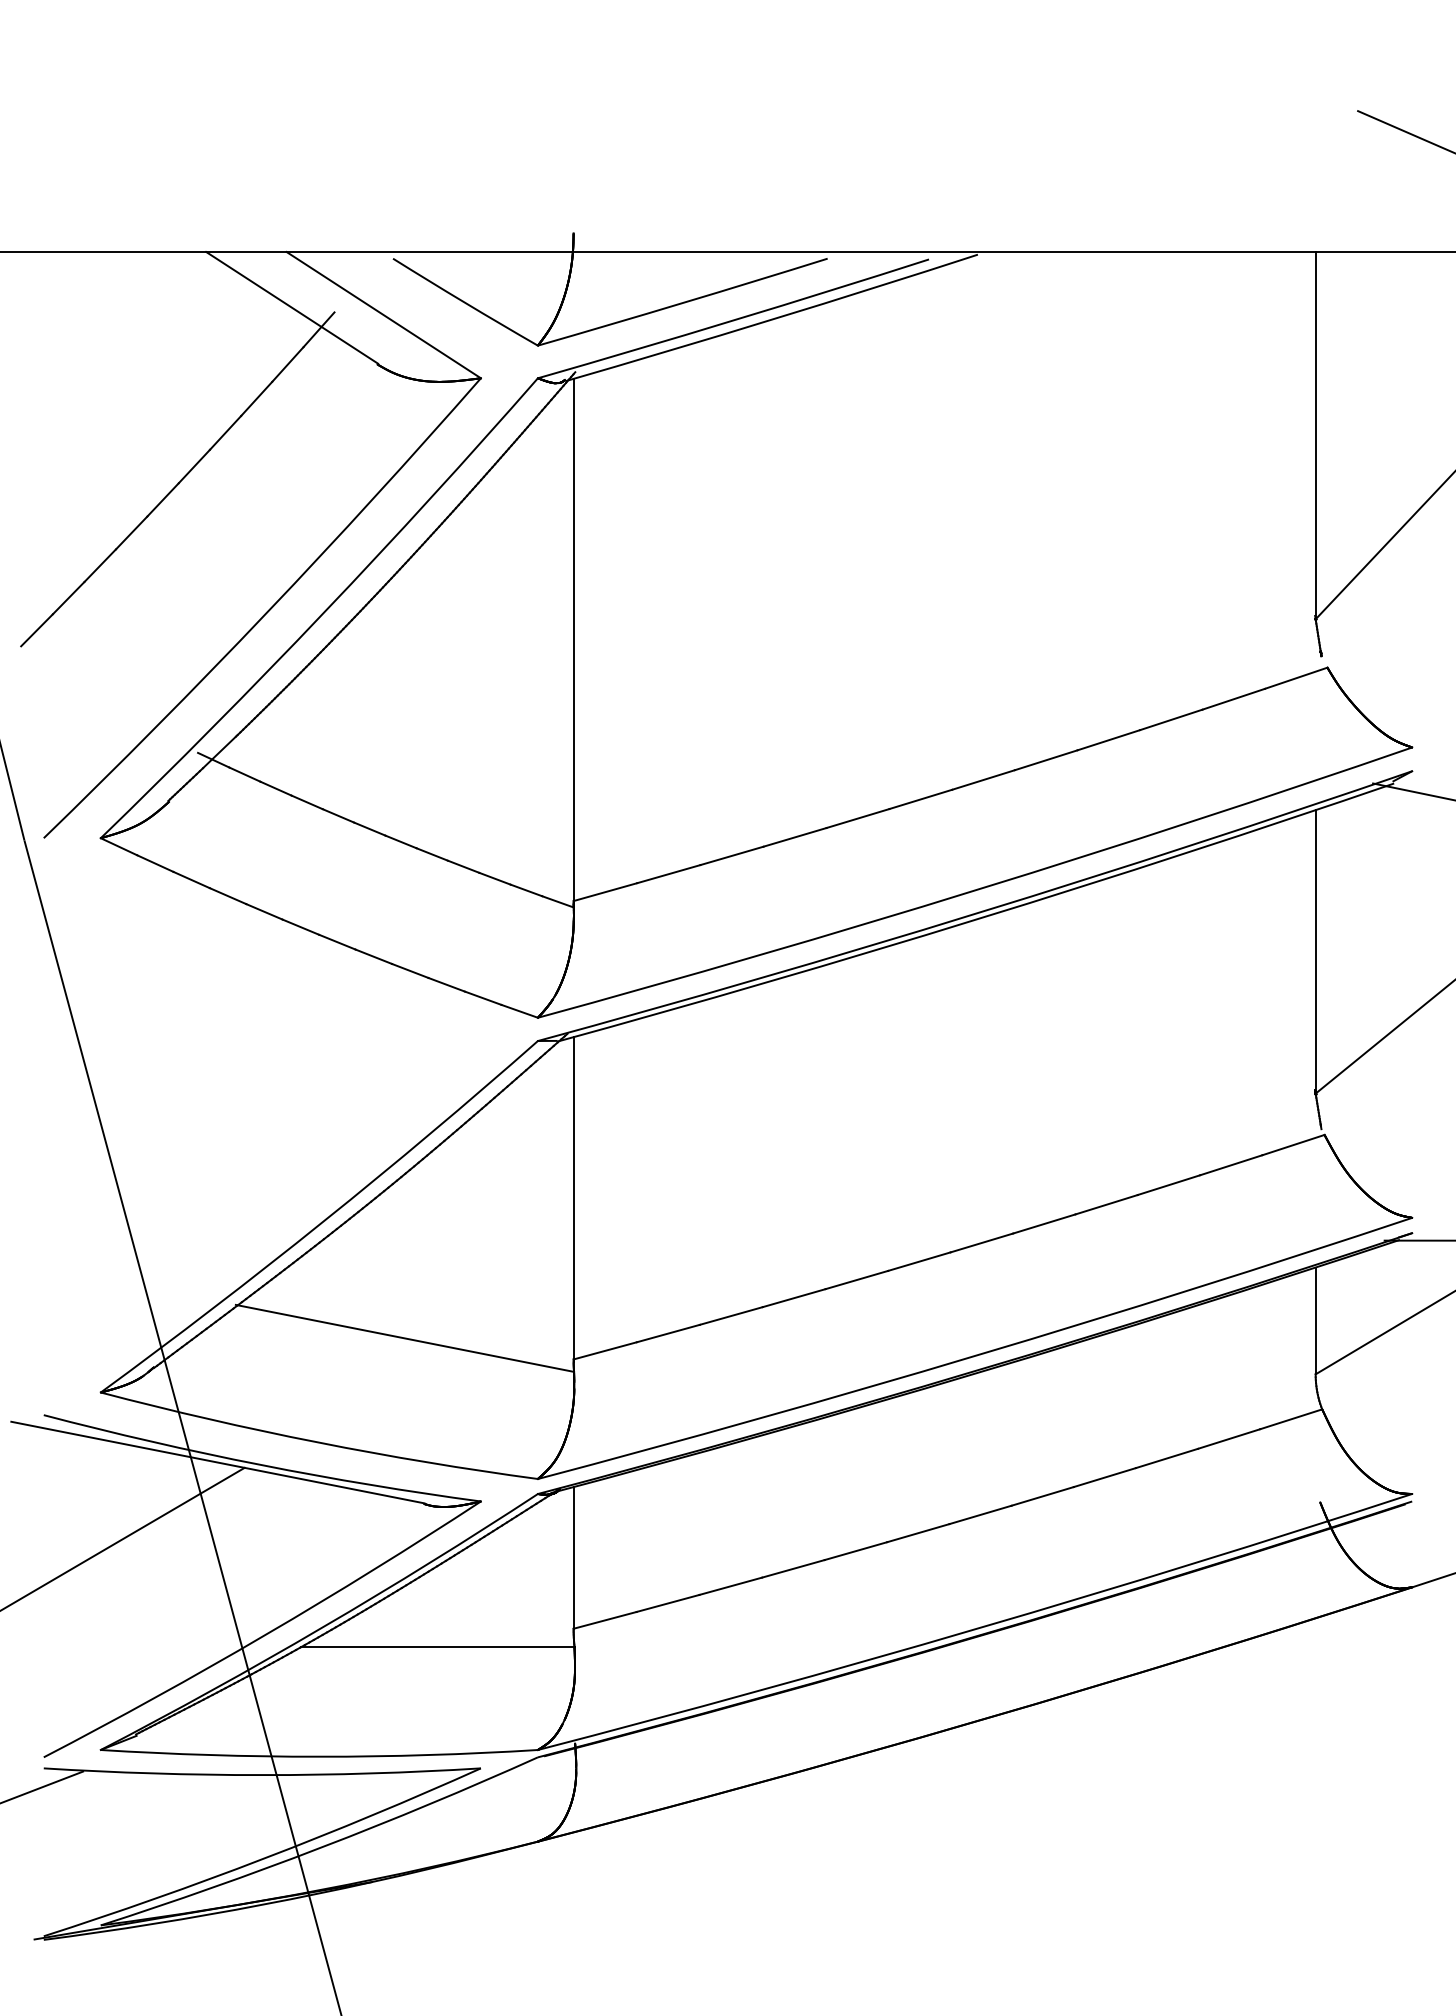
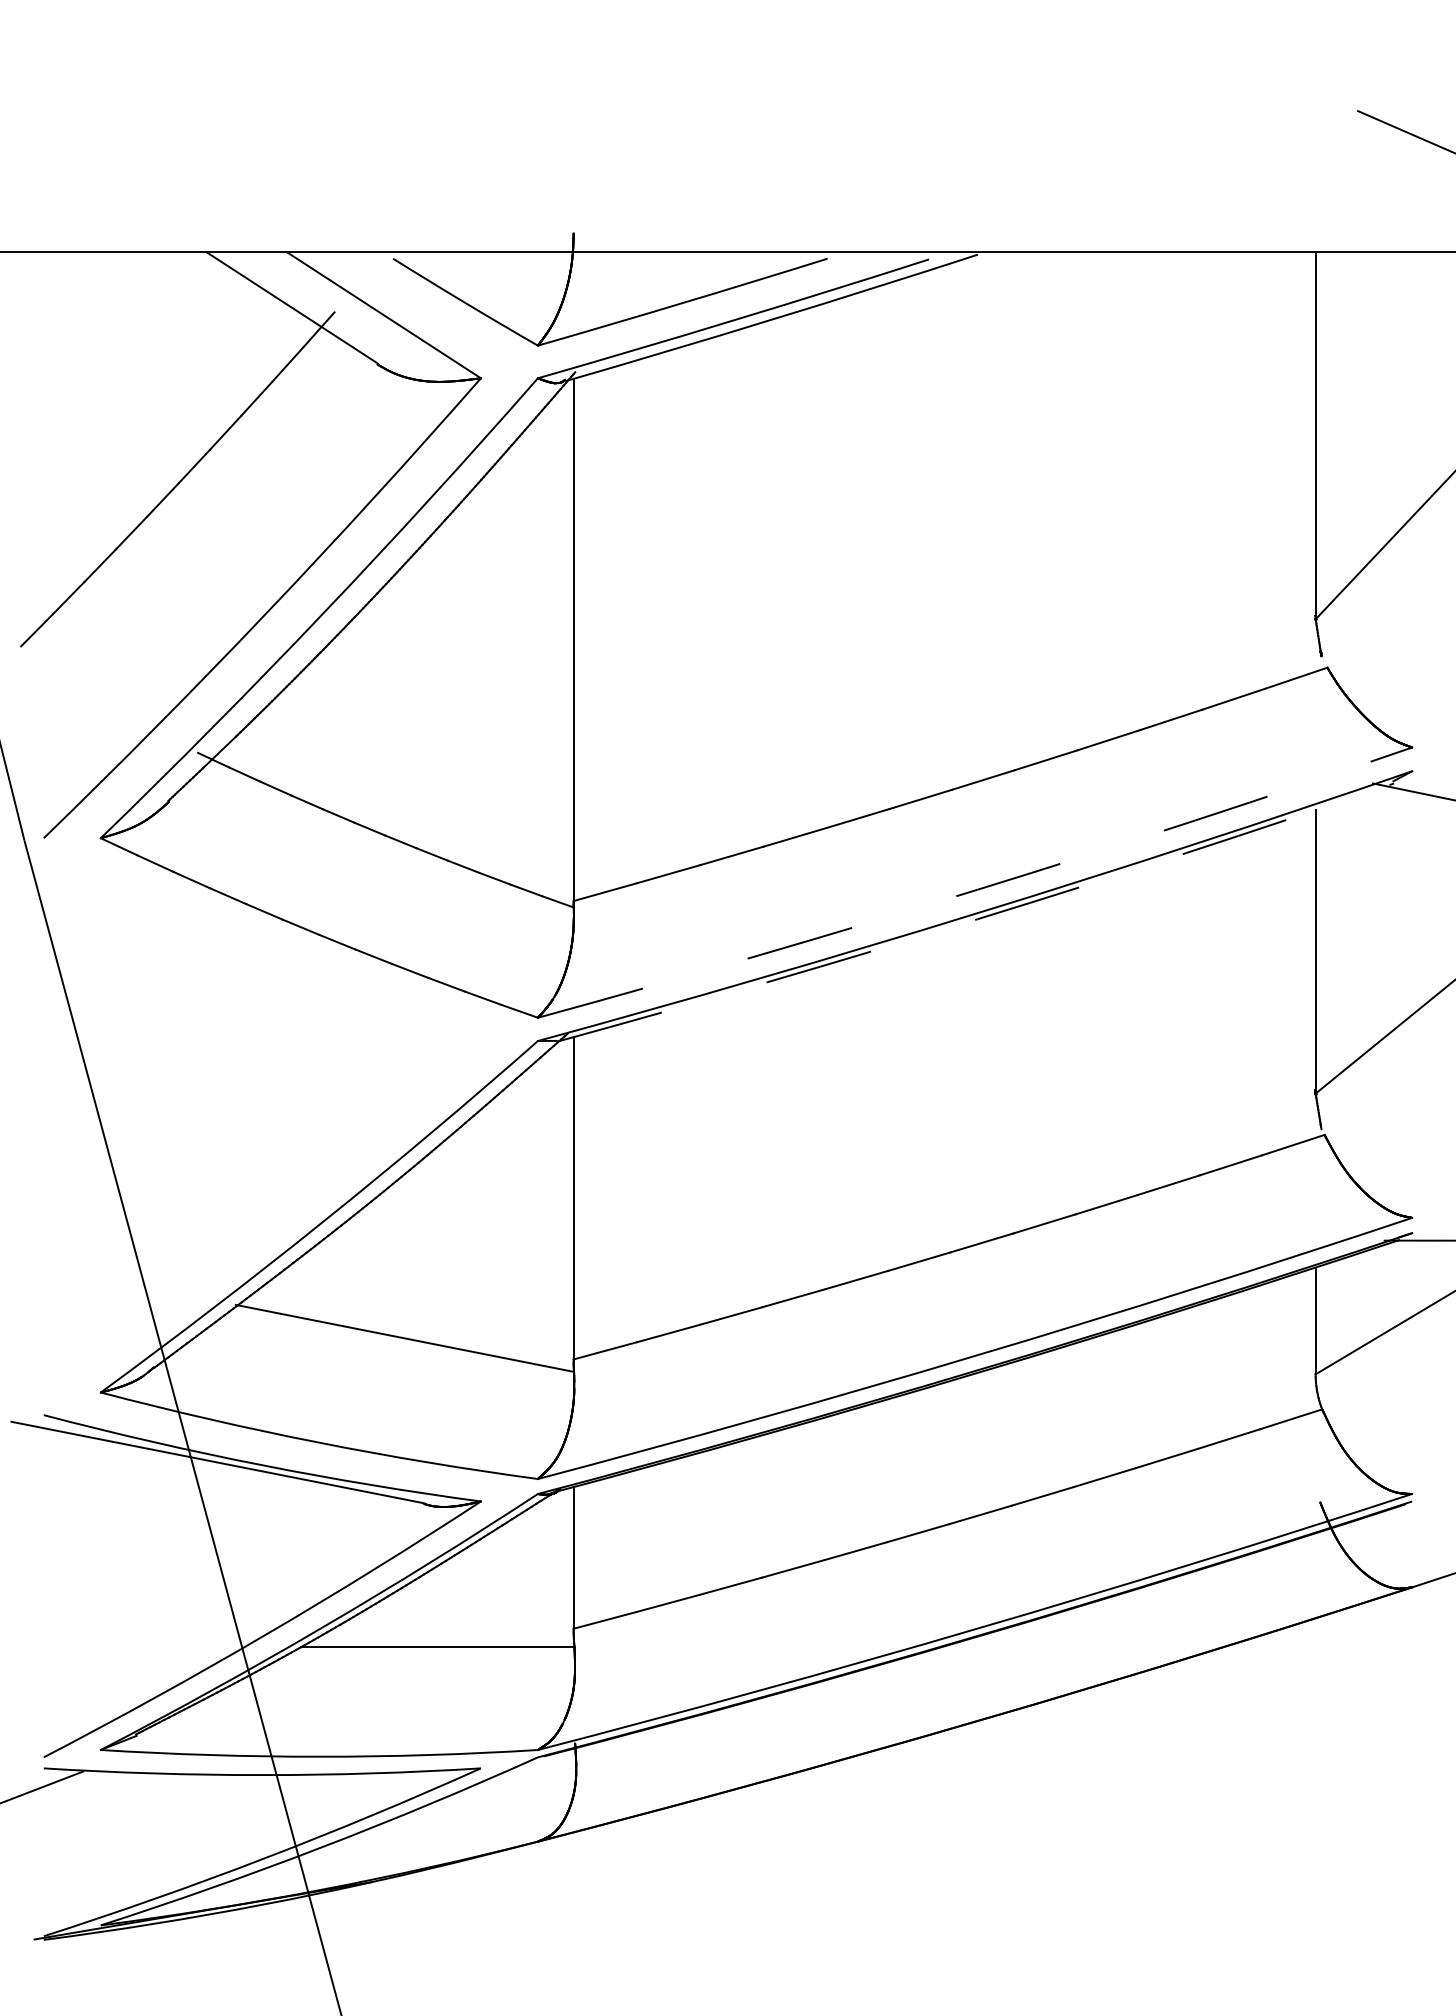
arc at (977, 889): solid -> dashed
arc at (977, 919): solid -> dashed
line at (123, 1538): present -> none
